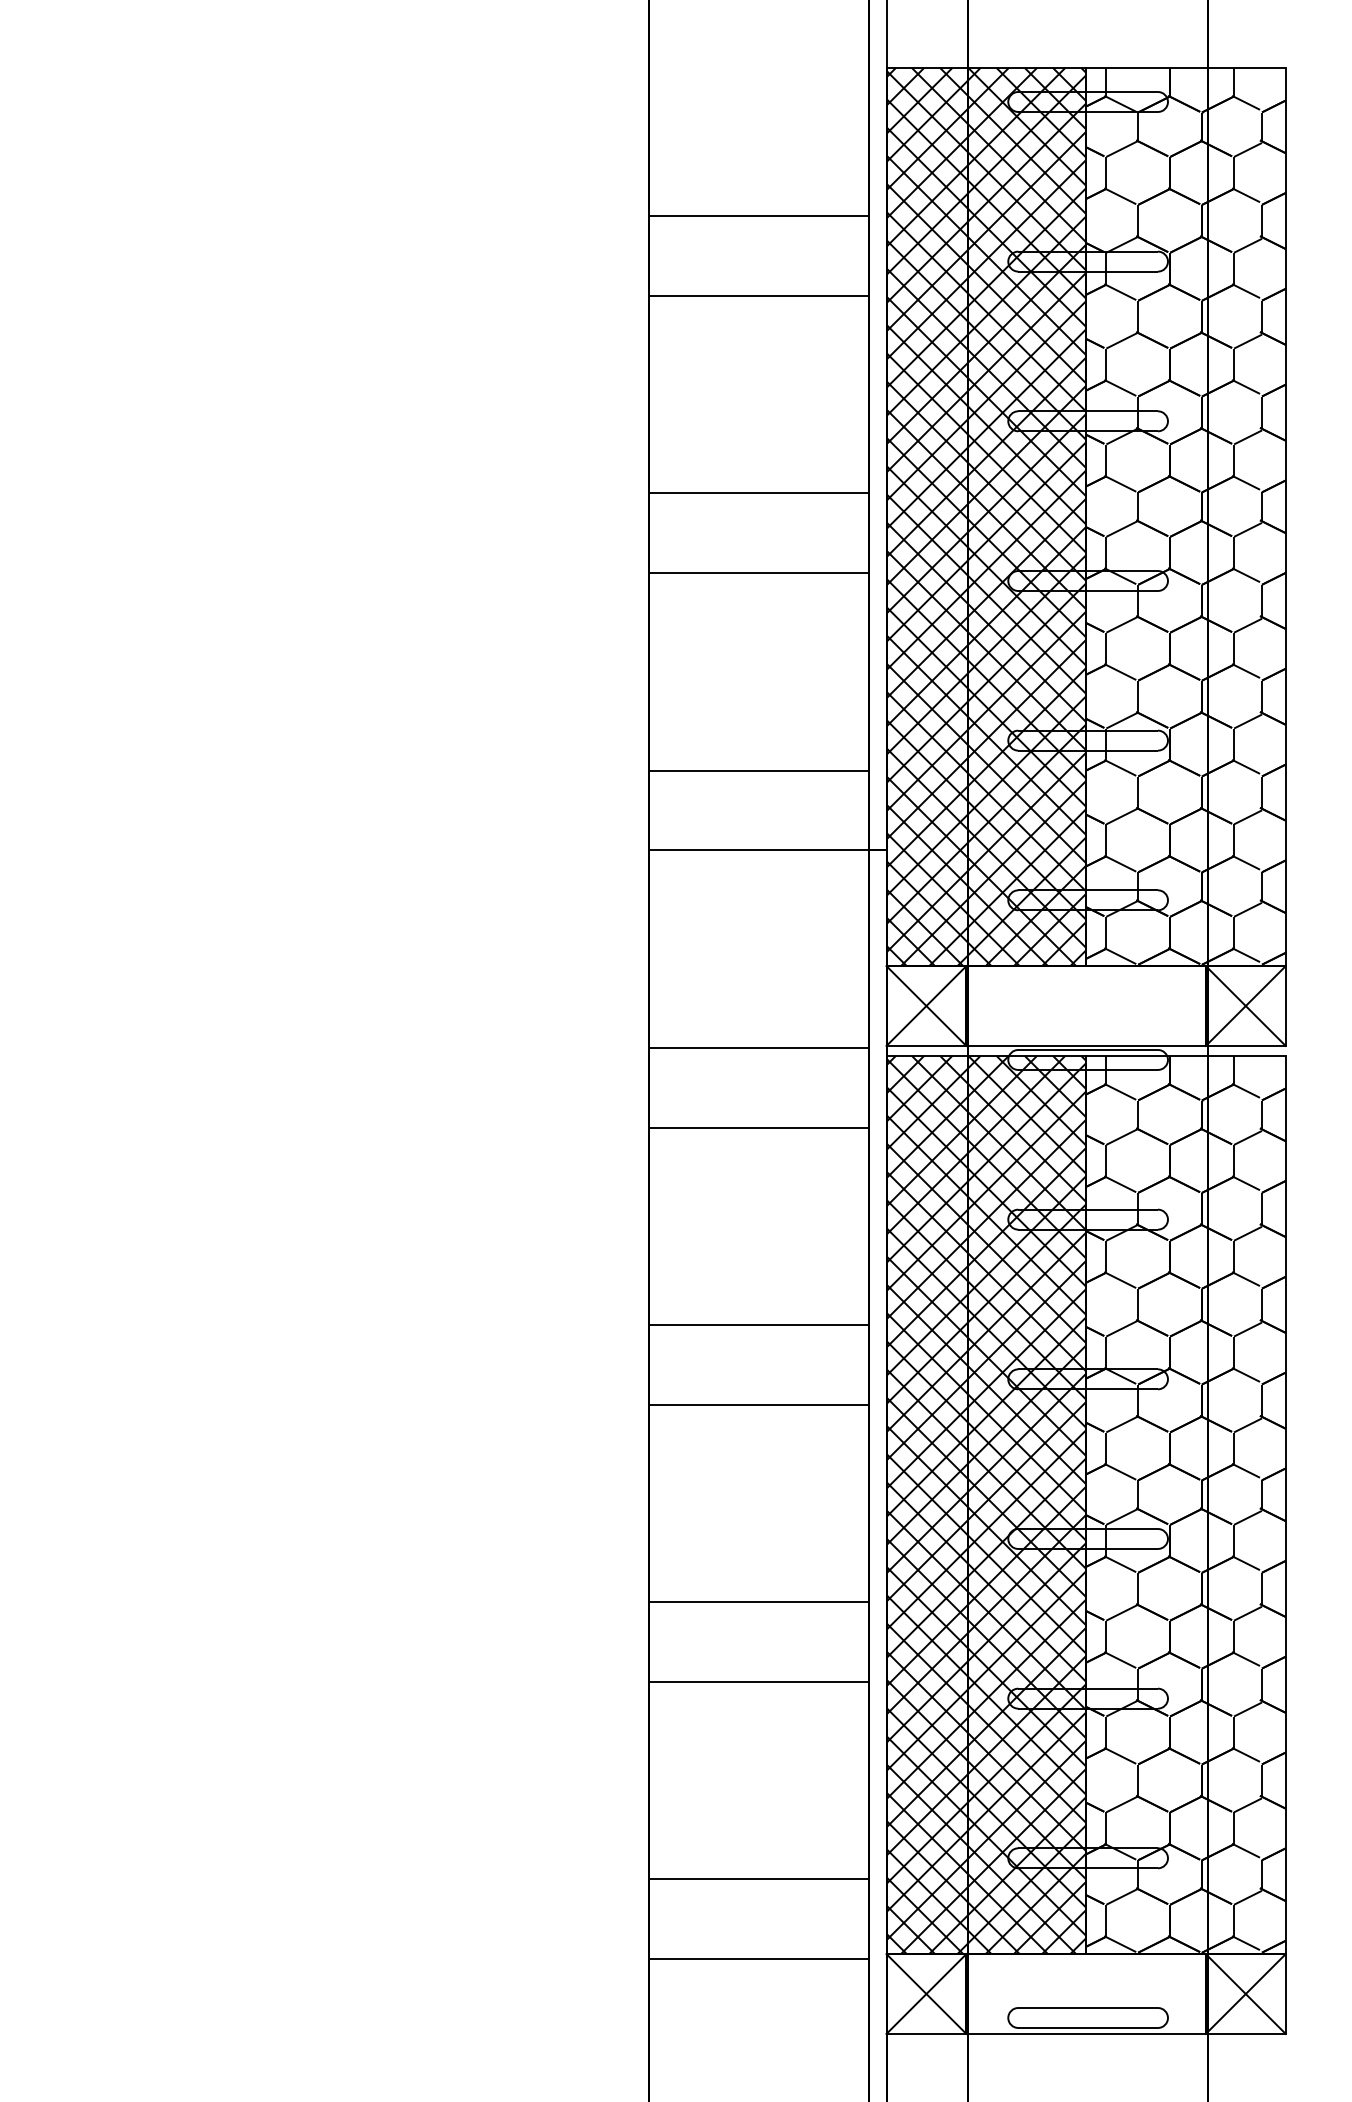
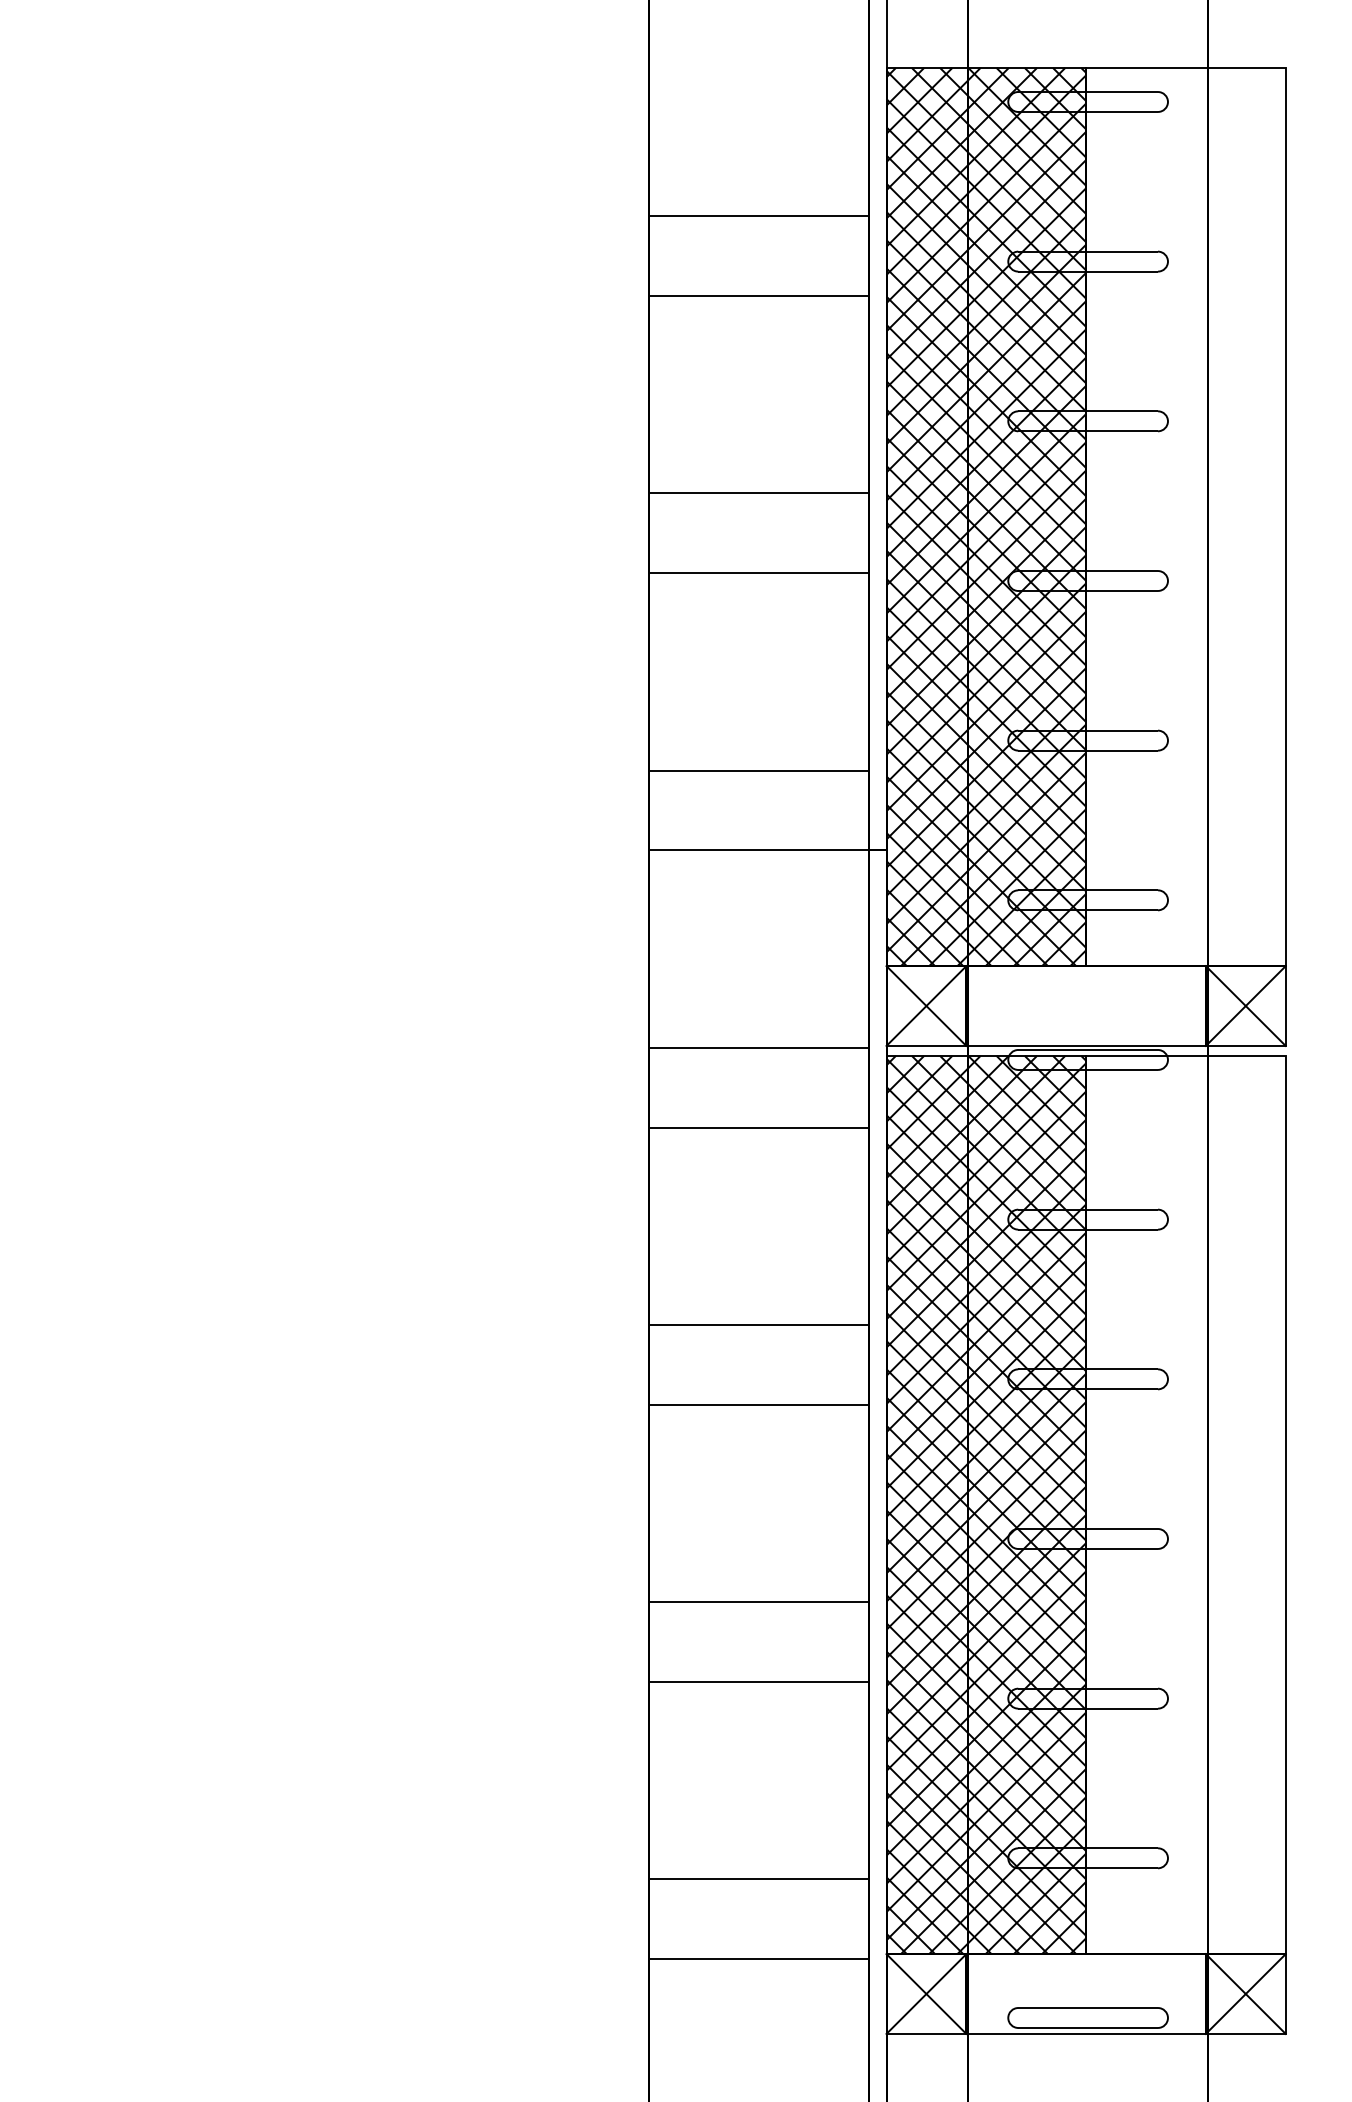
hatch at (1185, 517): present -> none
hatch at (1185, 1504): present -> none
